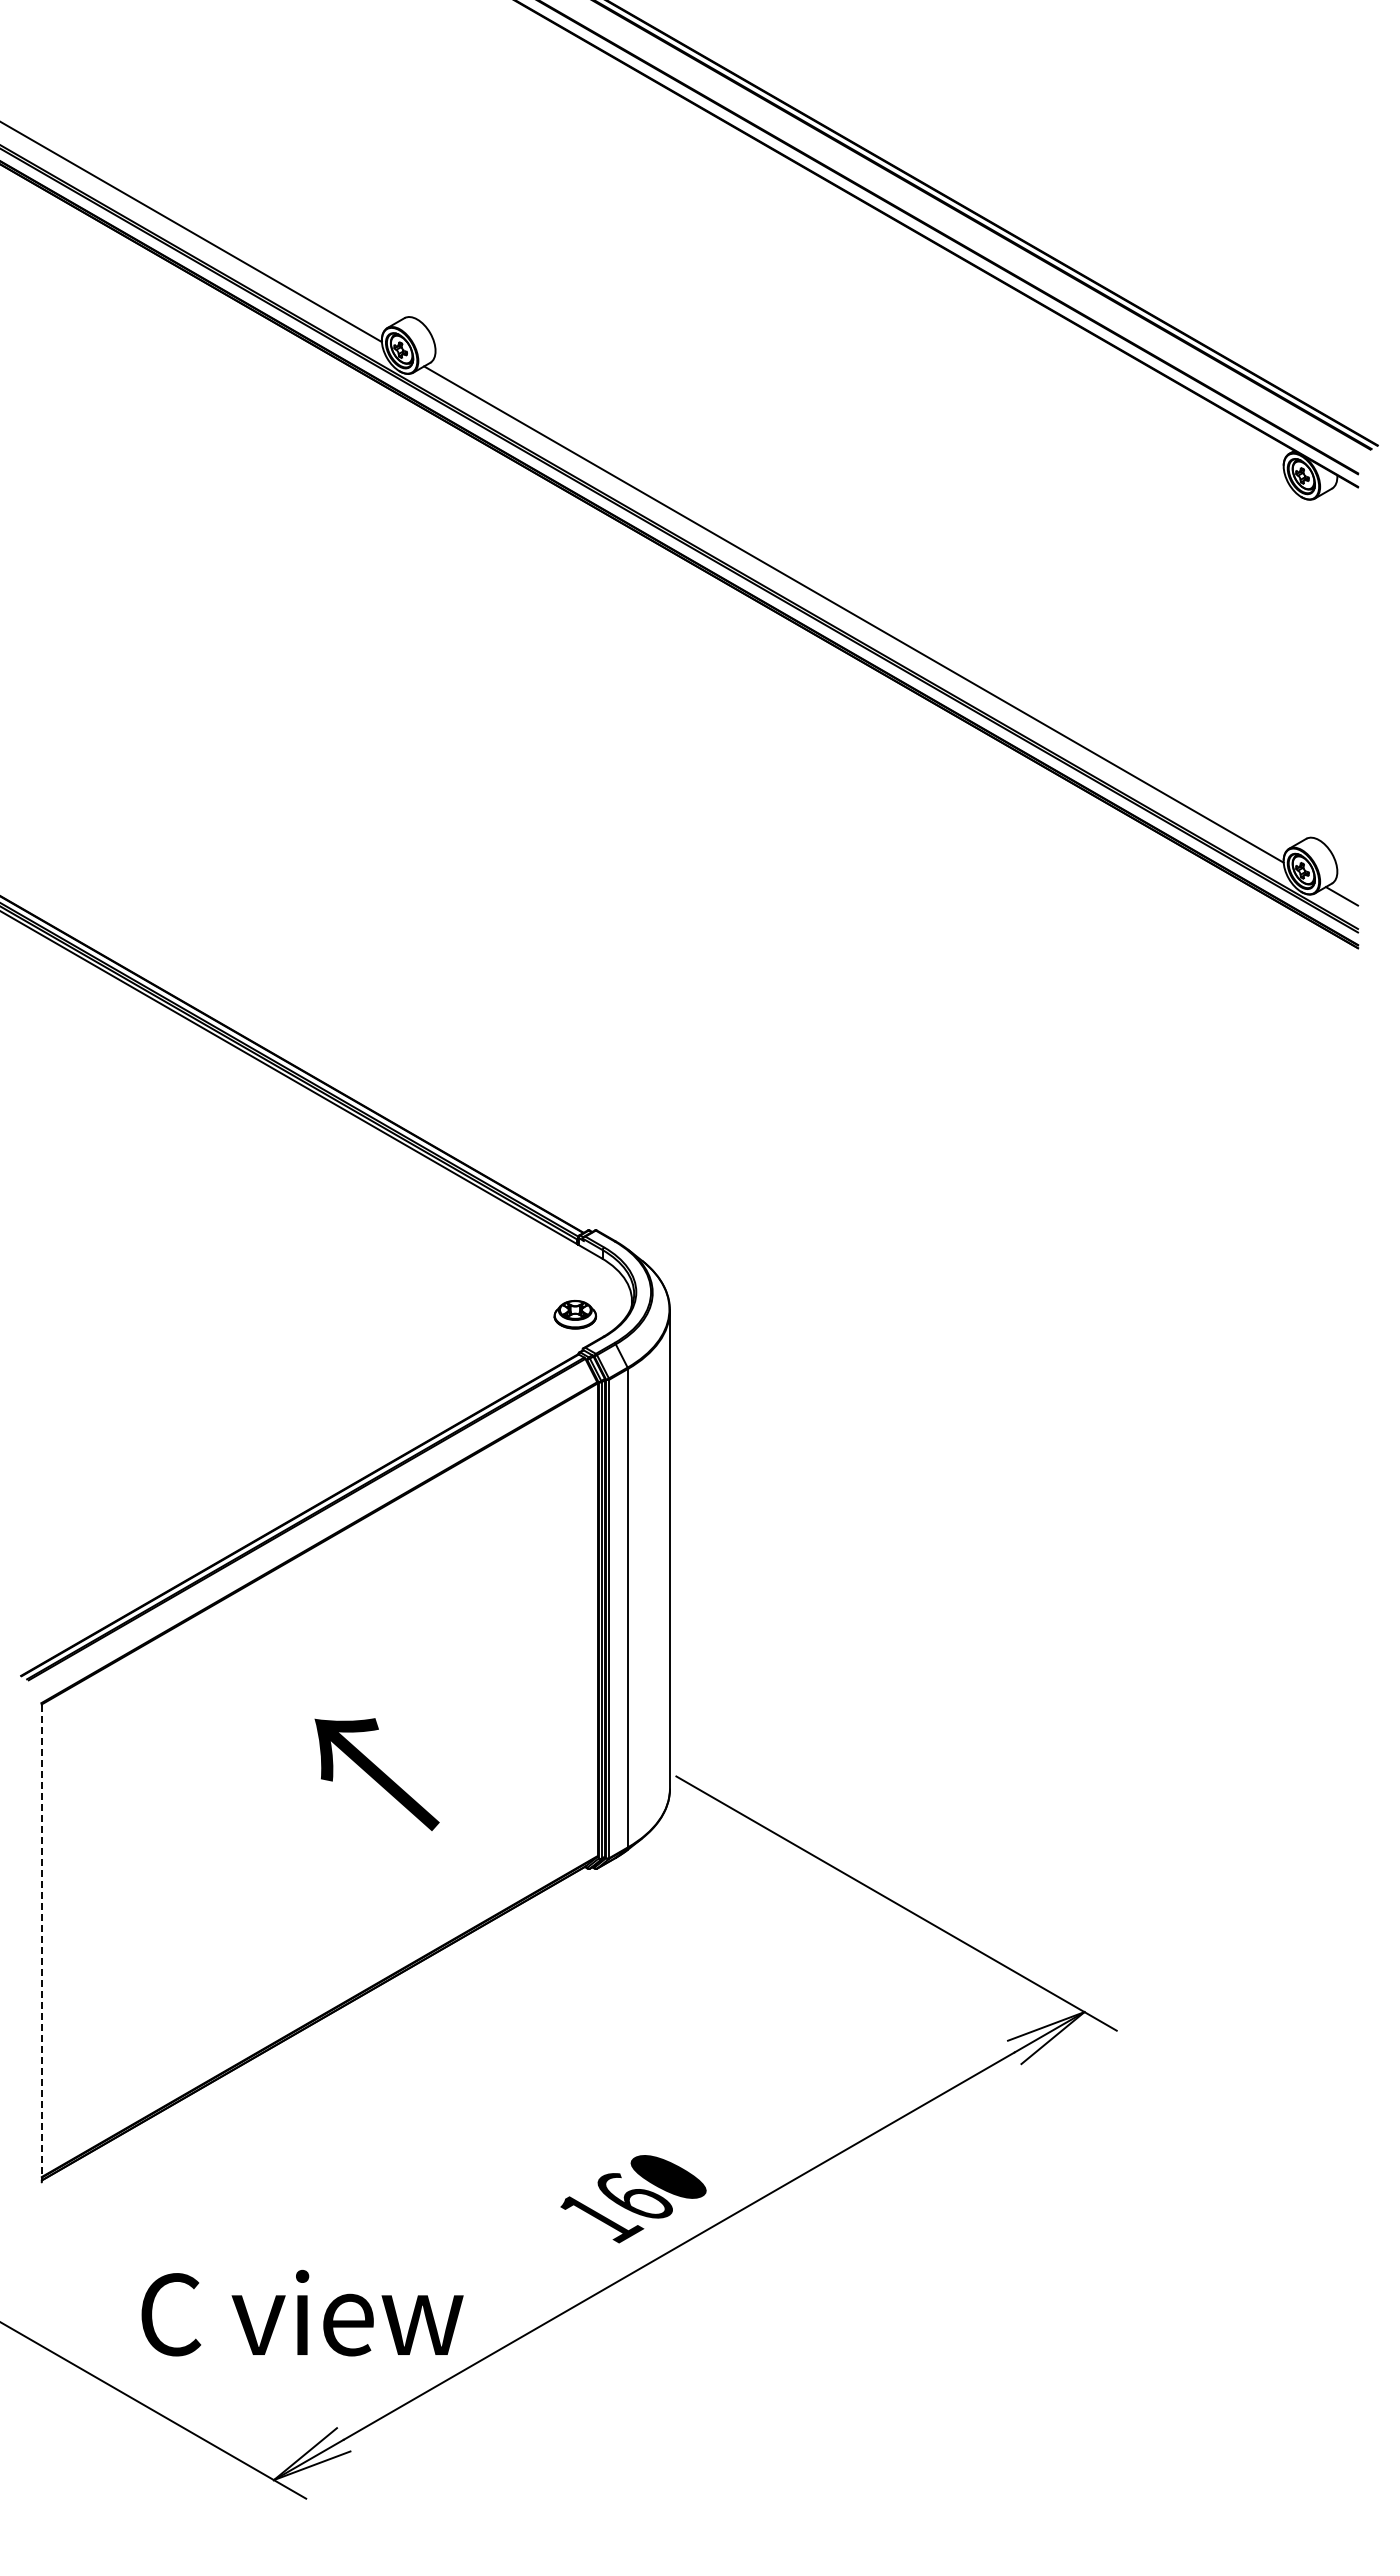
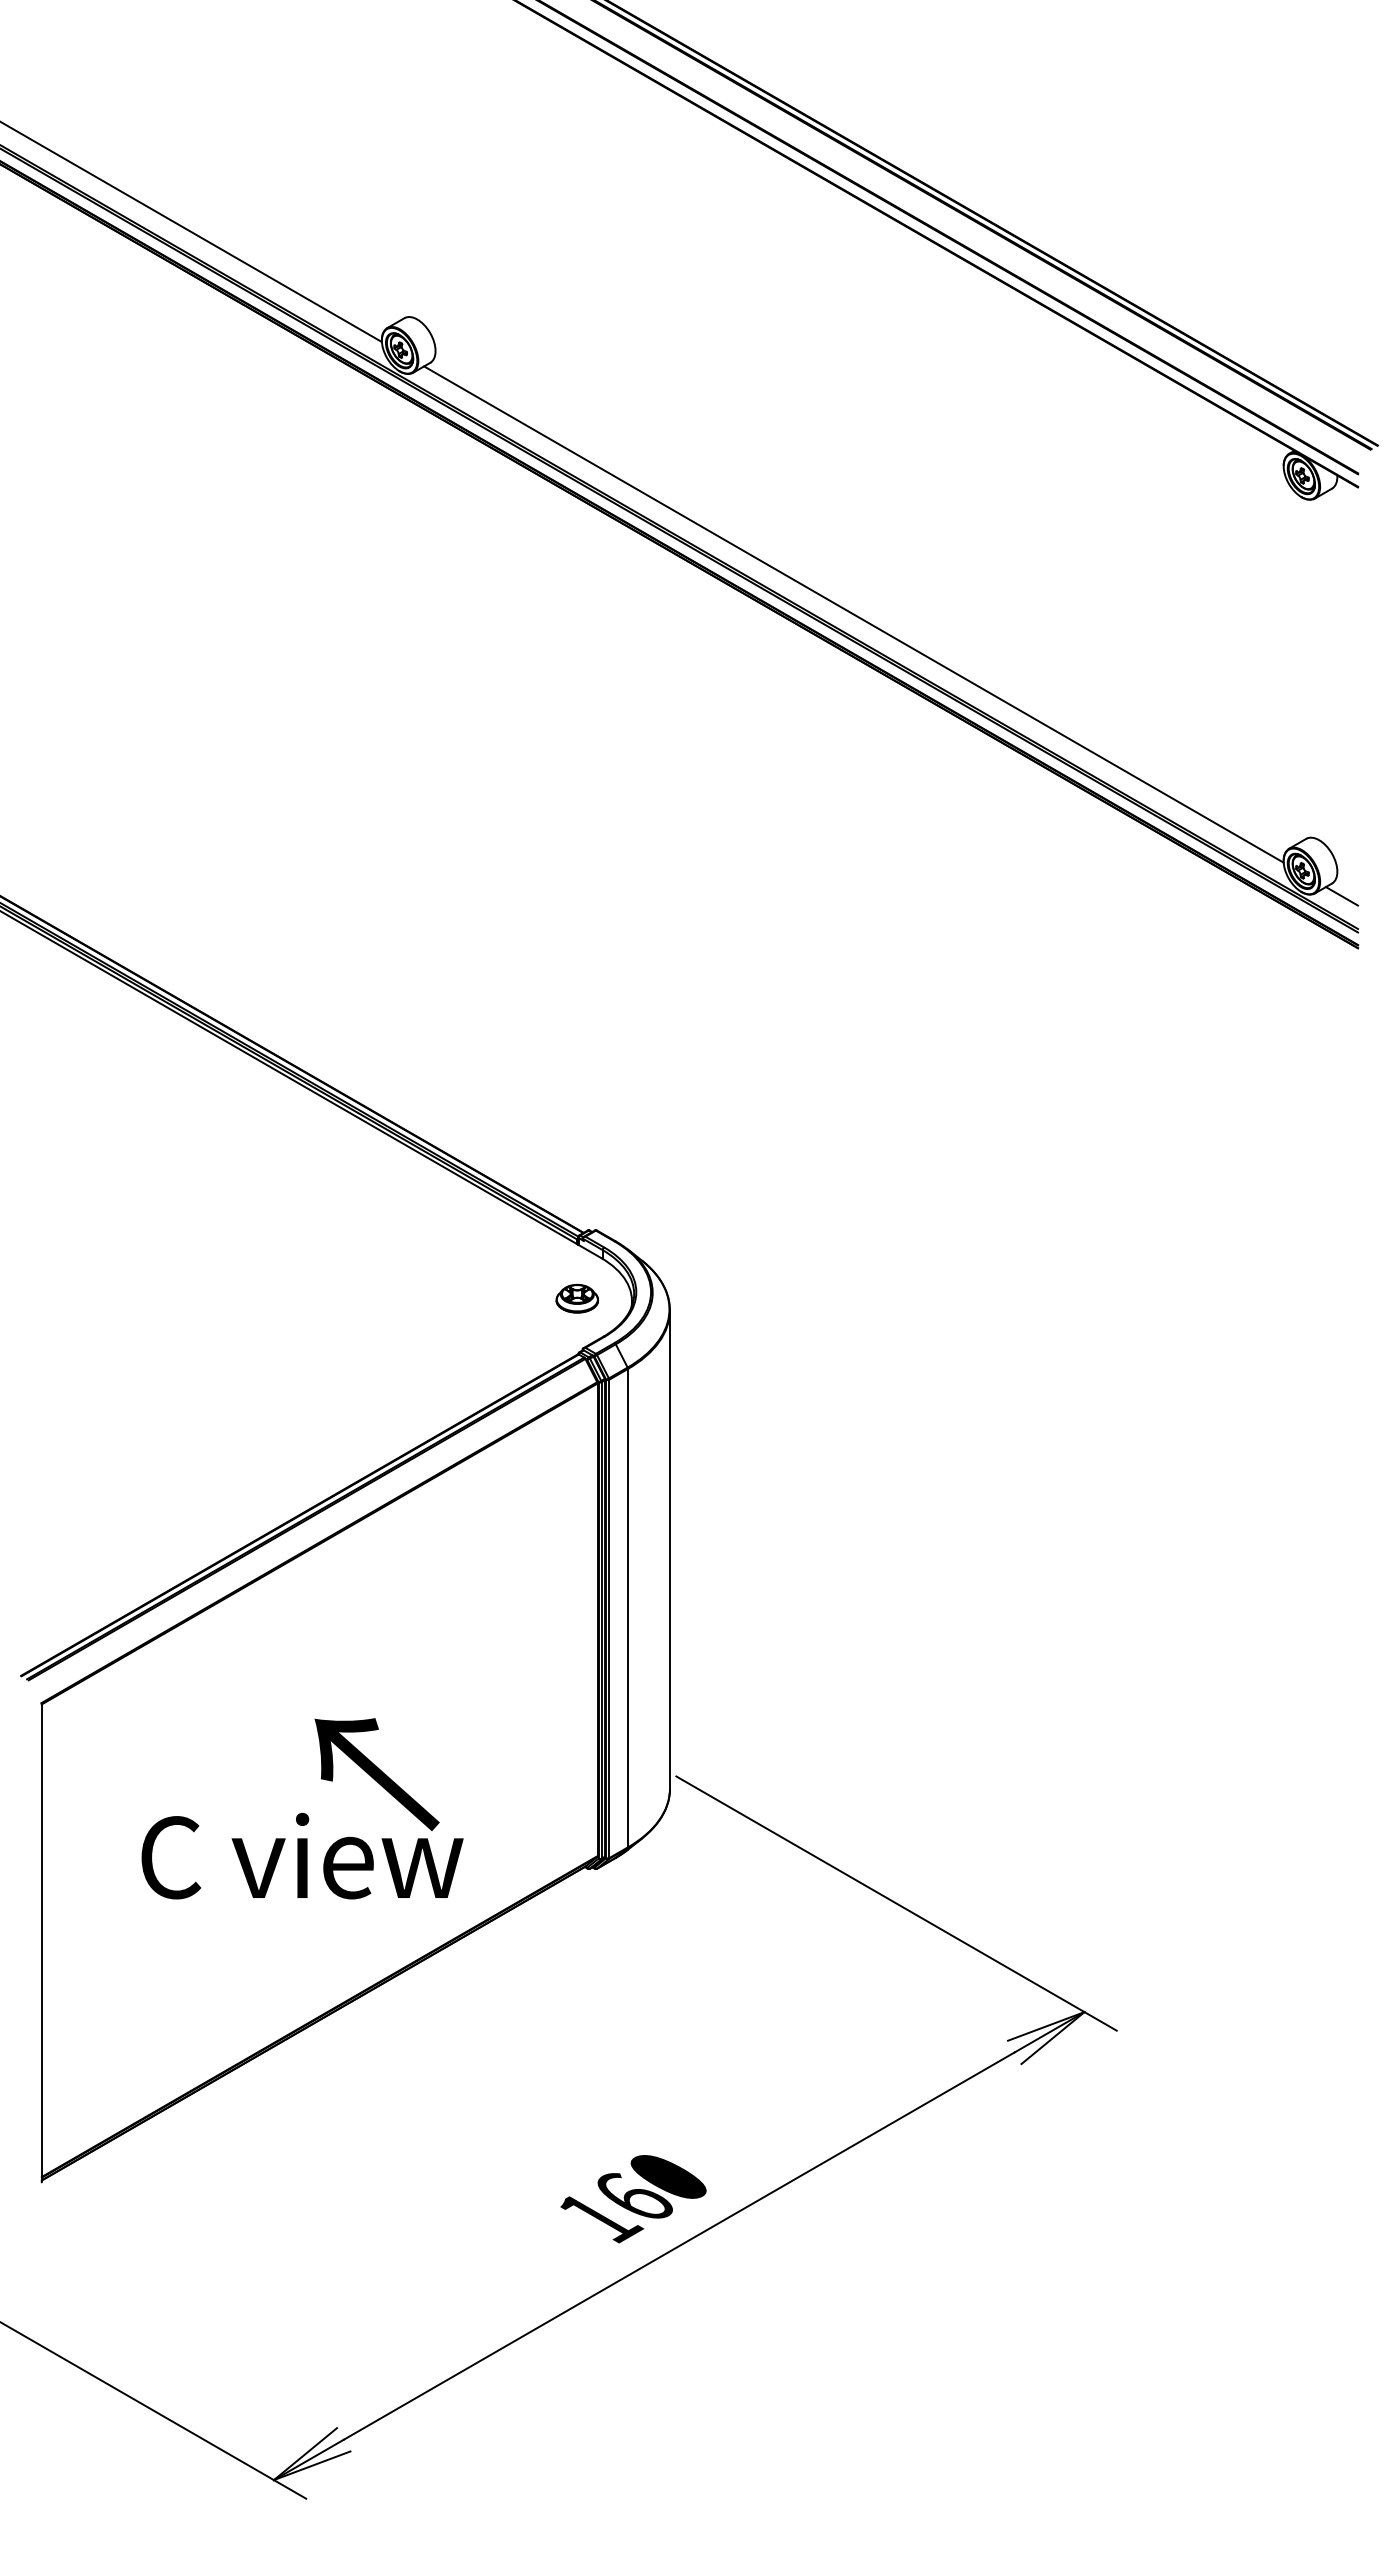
part at (575, 1314) position: (575, 1314) -> (577, 1298)
line at (41, 1943): dashed -> solid
text at (302, 2312) position: (302, 2312) -> (302, 1855)
